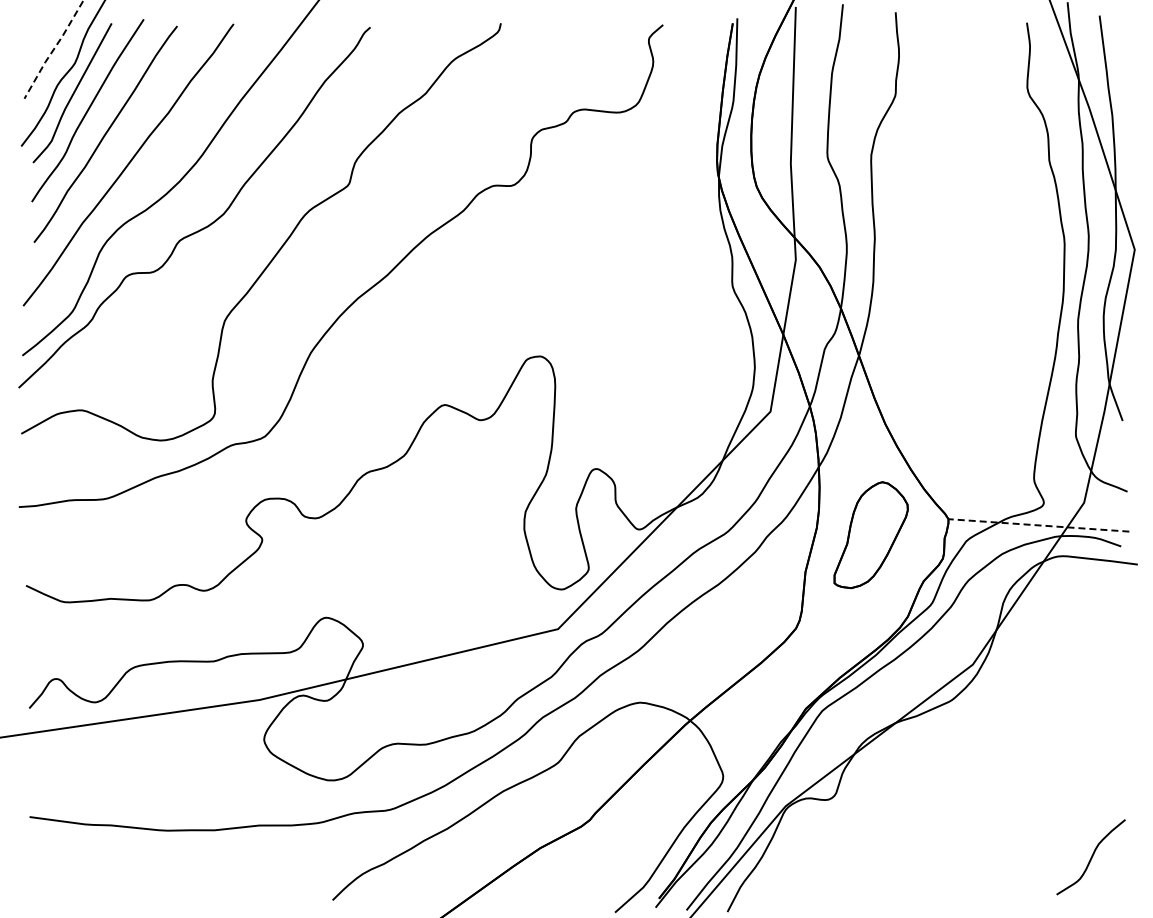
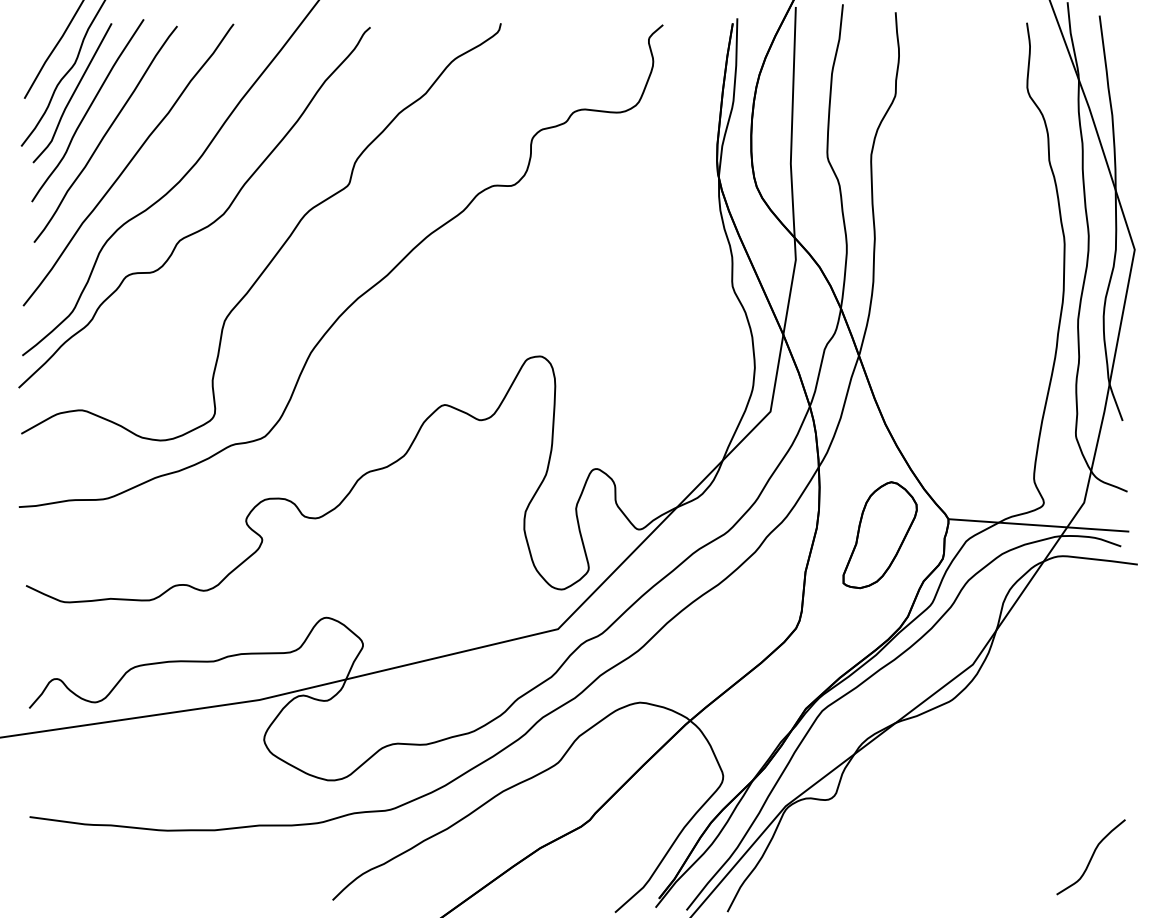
line at (53, 50): dashed -> solid
line at (1038, 525): dashed -> solid
part at (870, 535) position: (870, 535) -> (879, 535)
